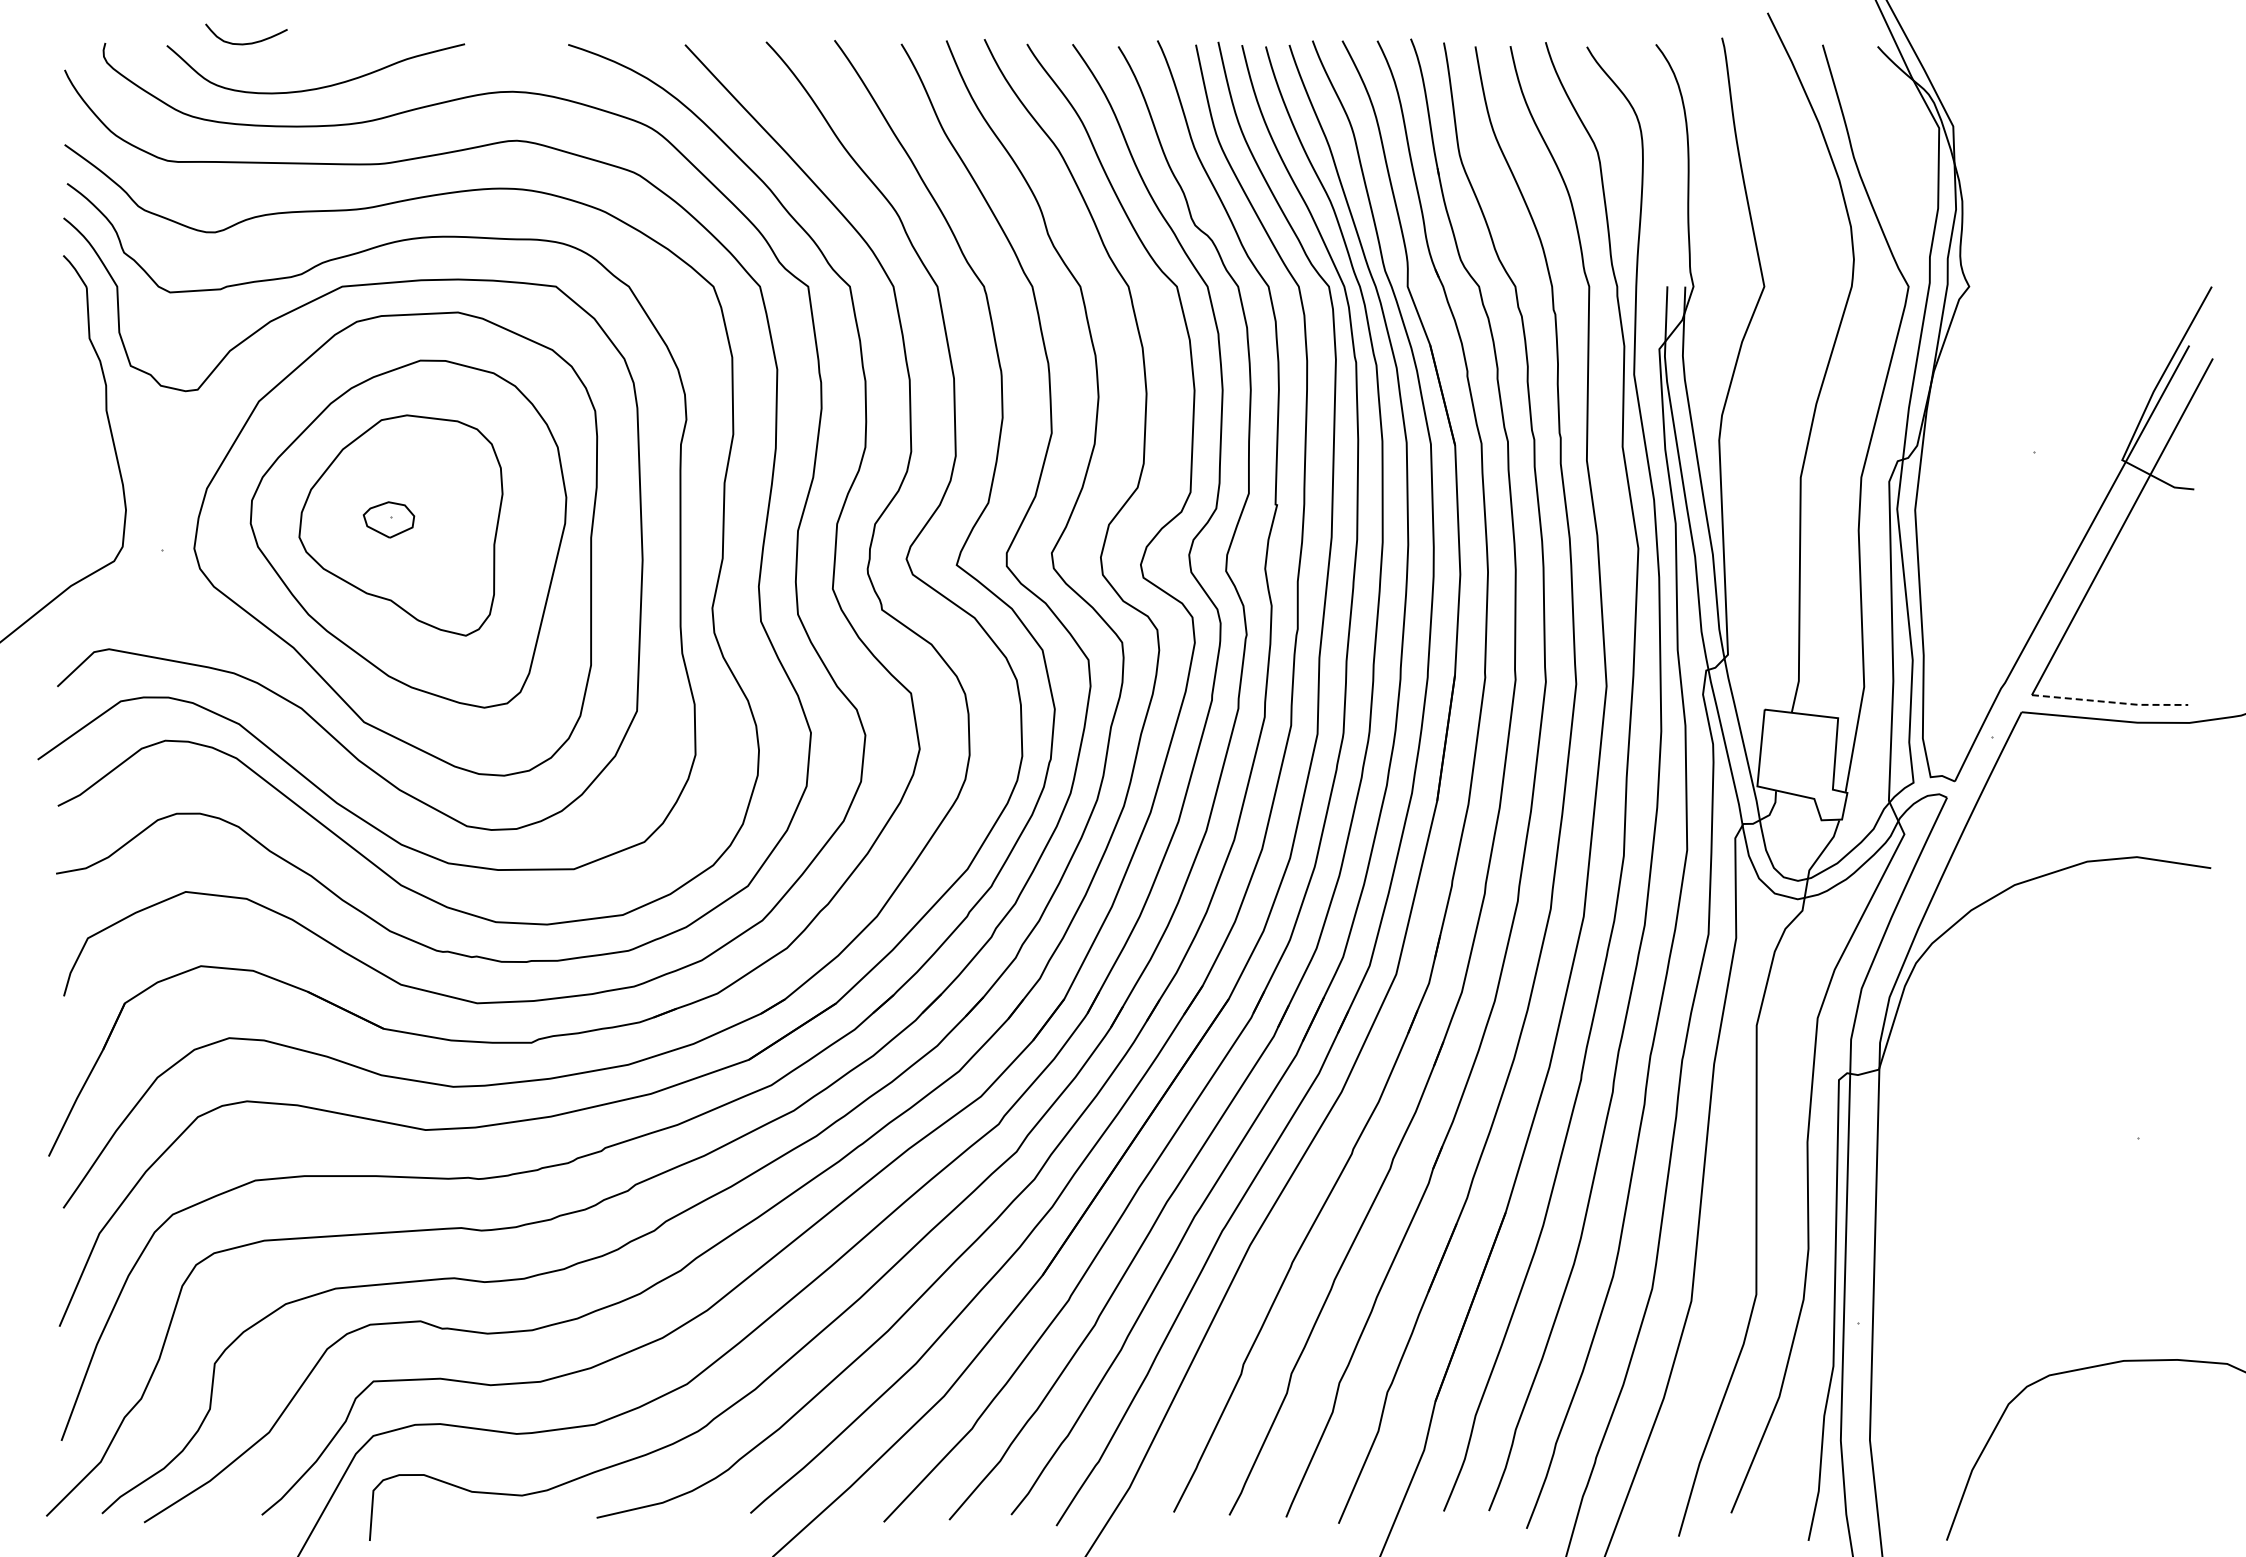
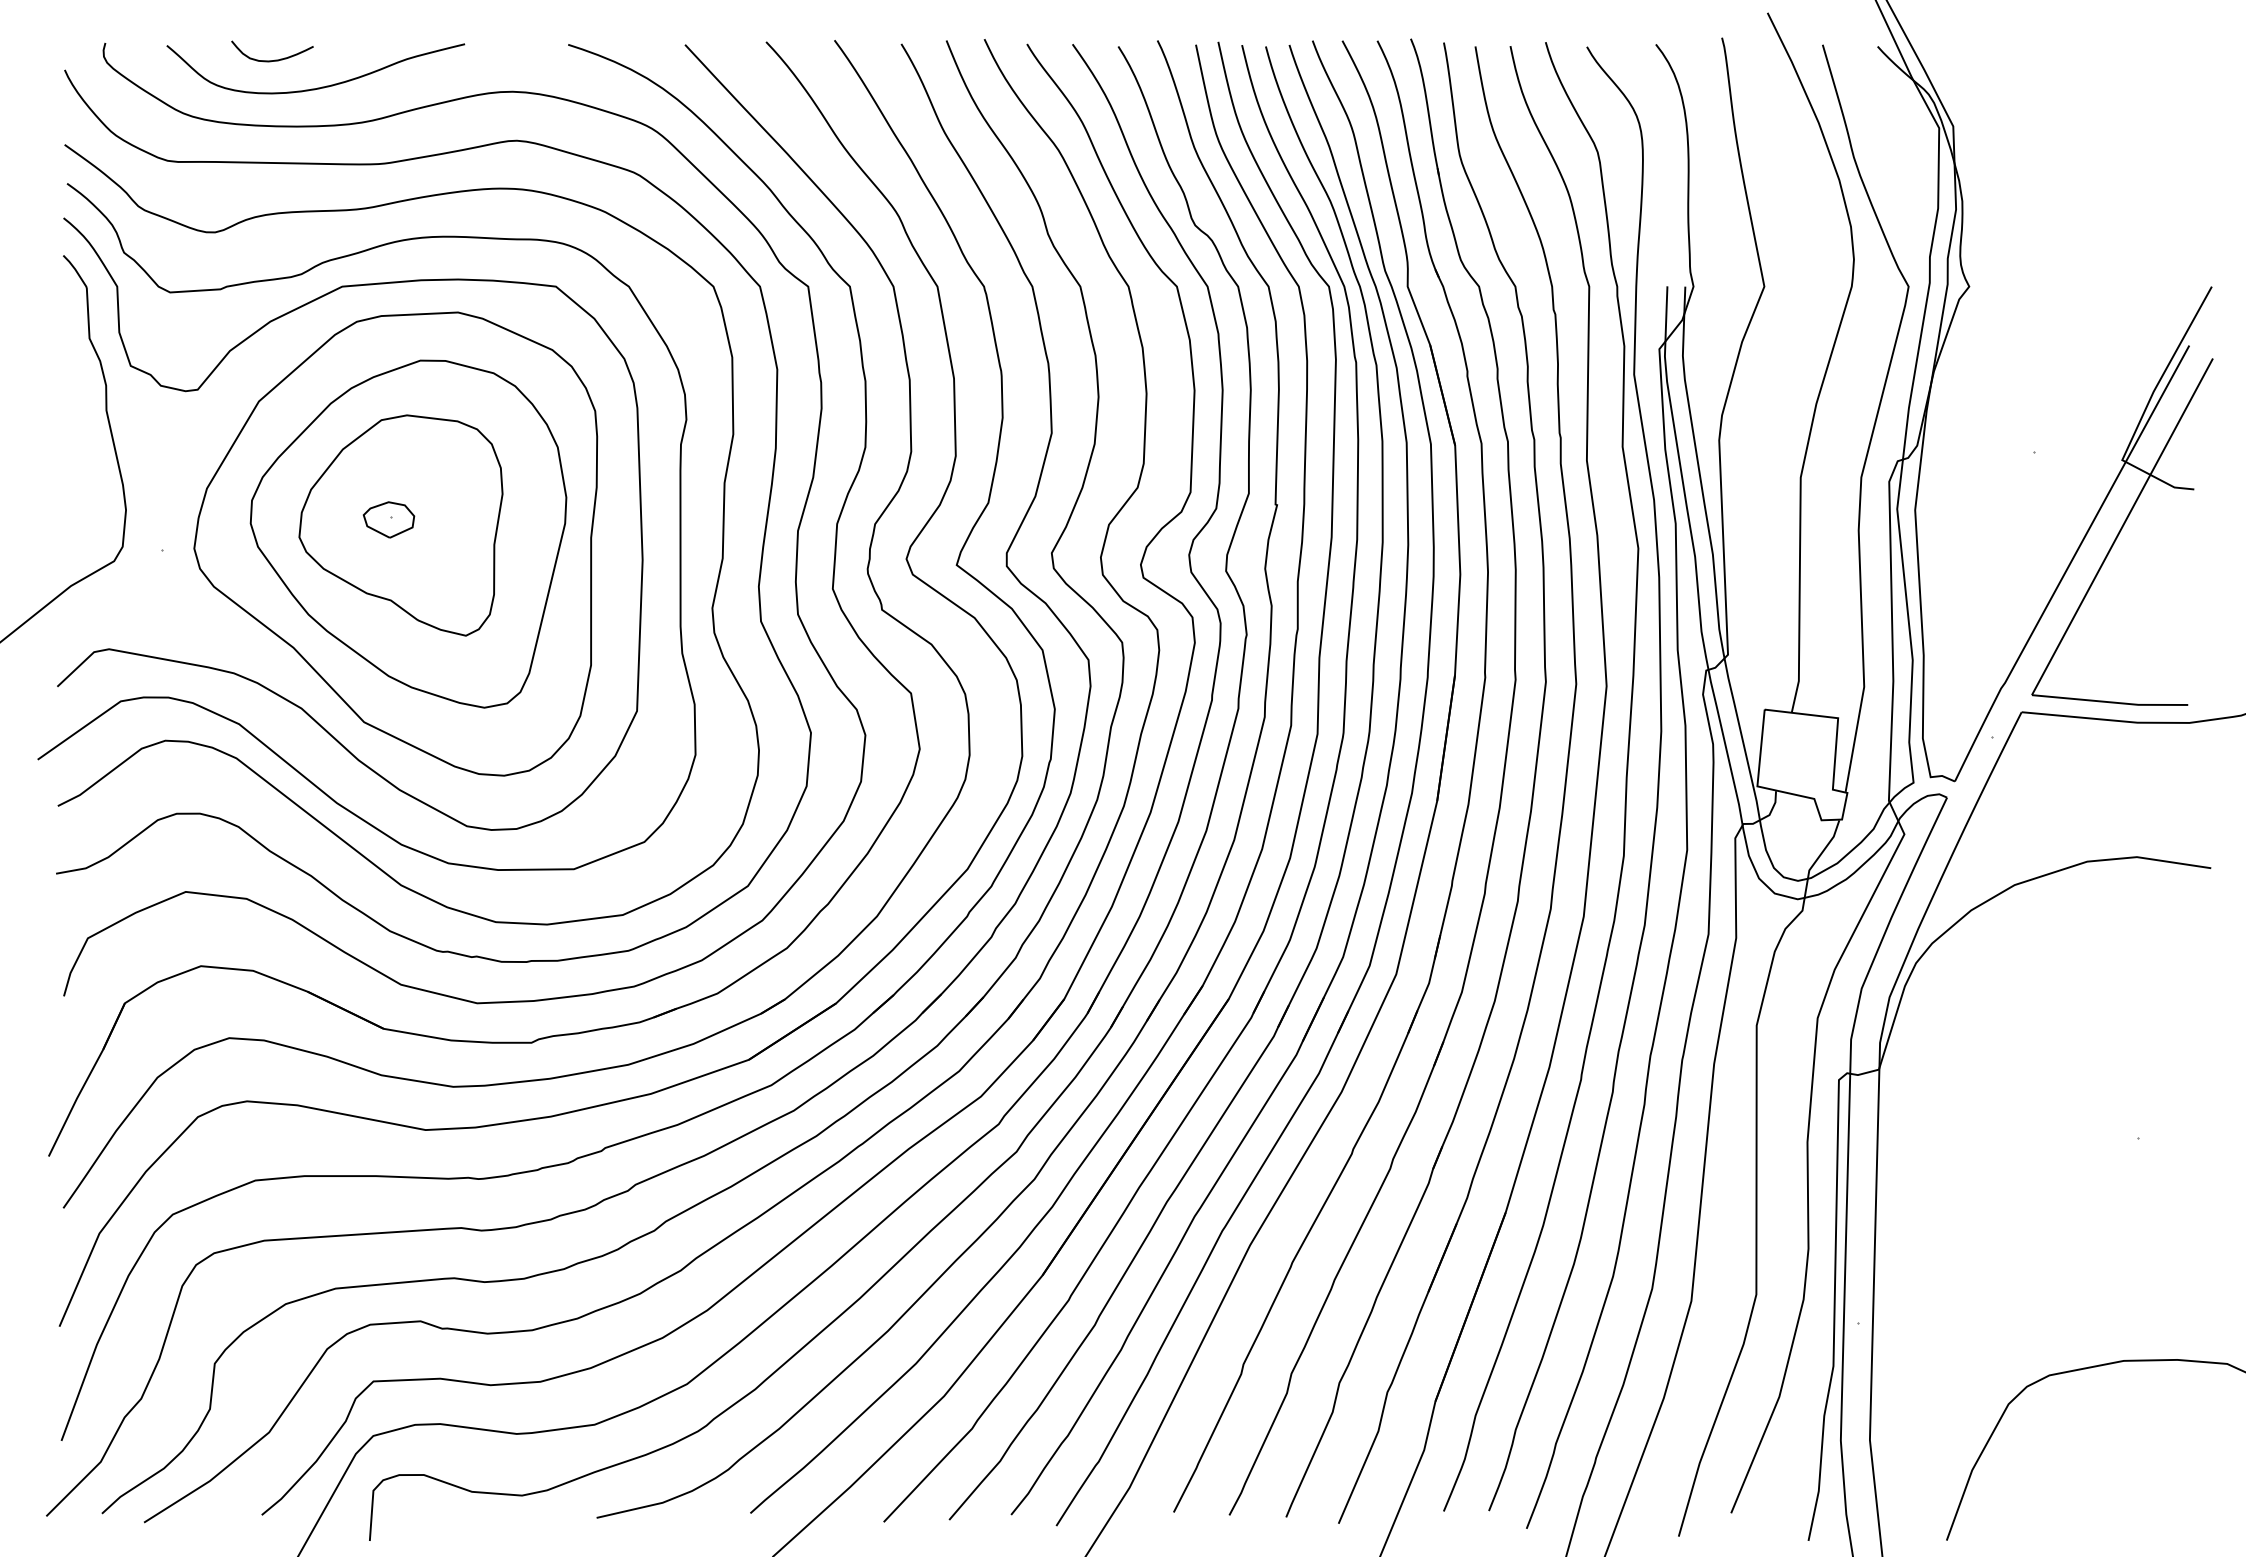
curve at (248, 42) position: (248, 42) -> (274, 59)
line at (2110, 702): dashed -> solid
